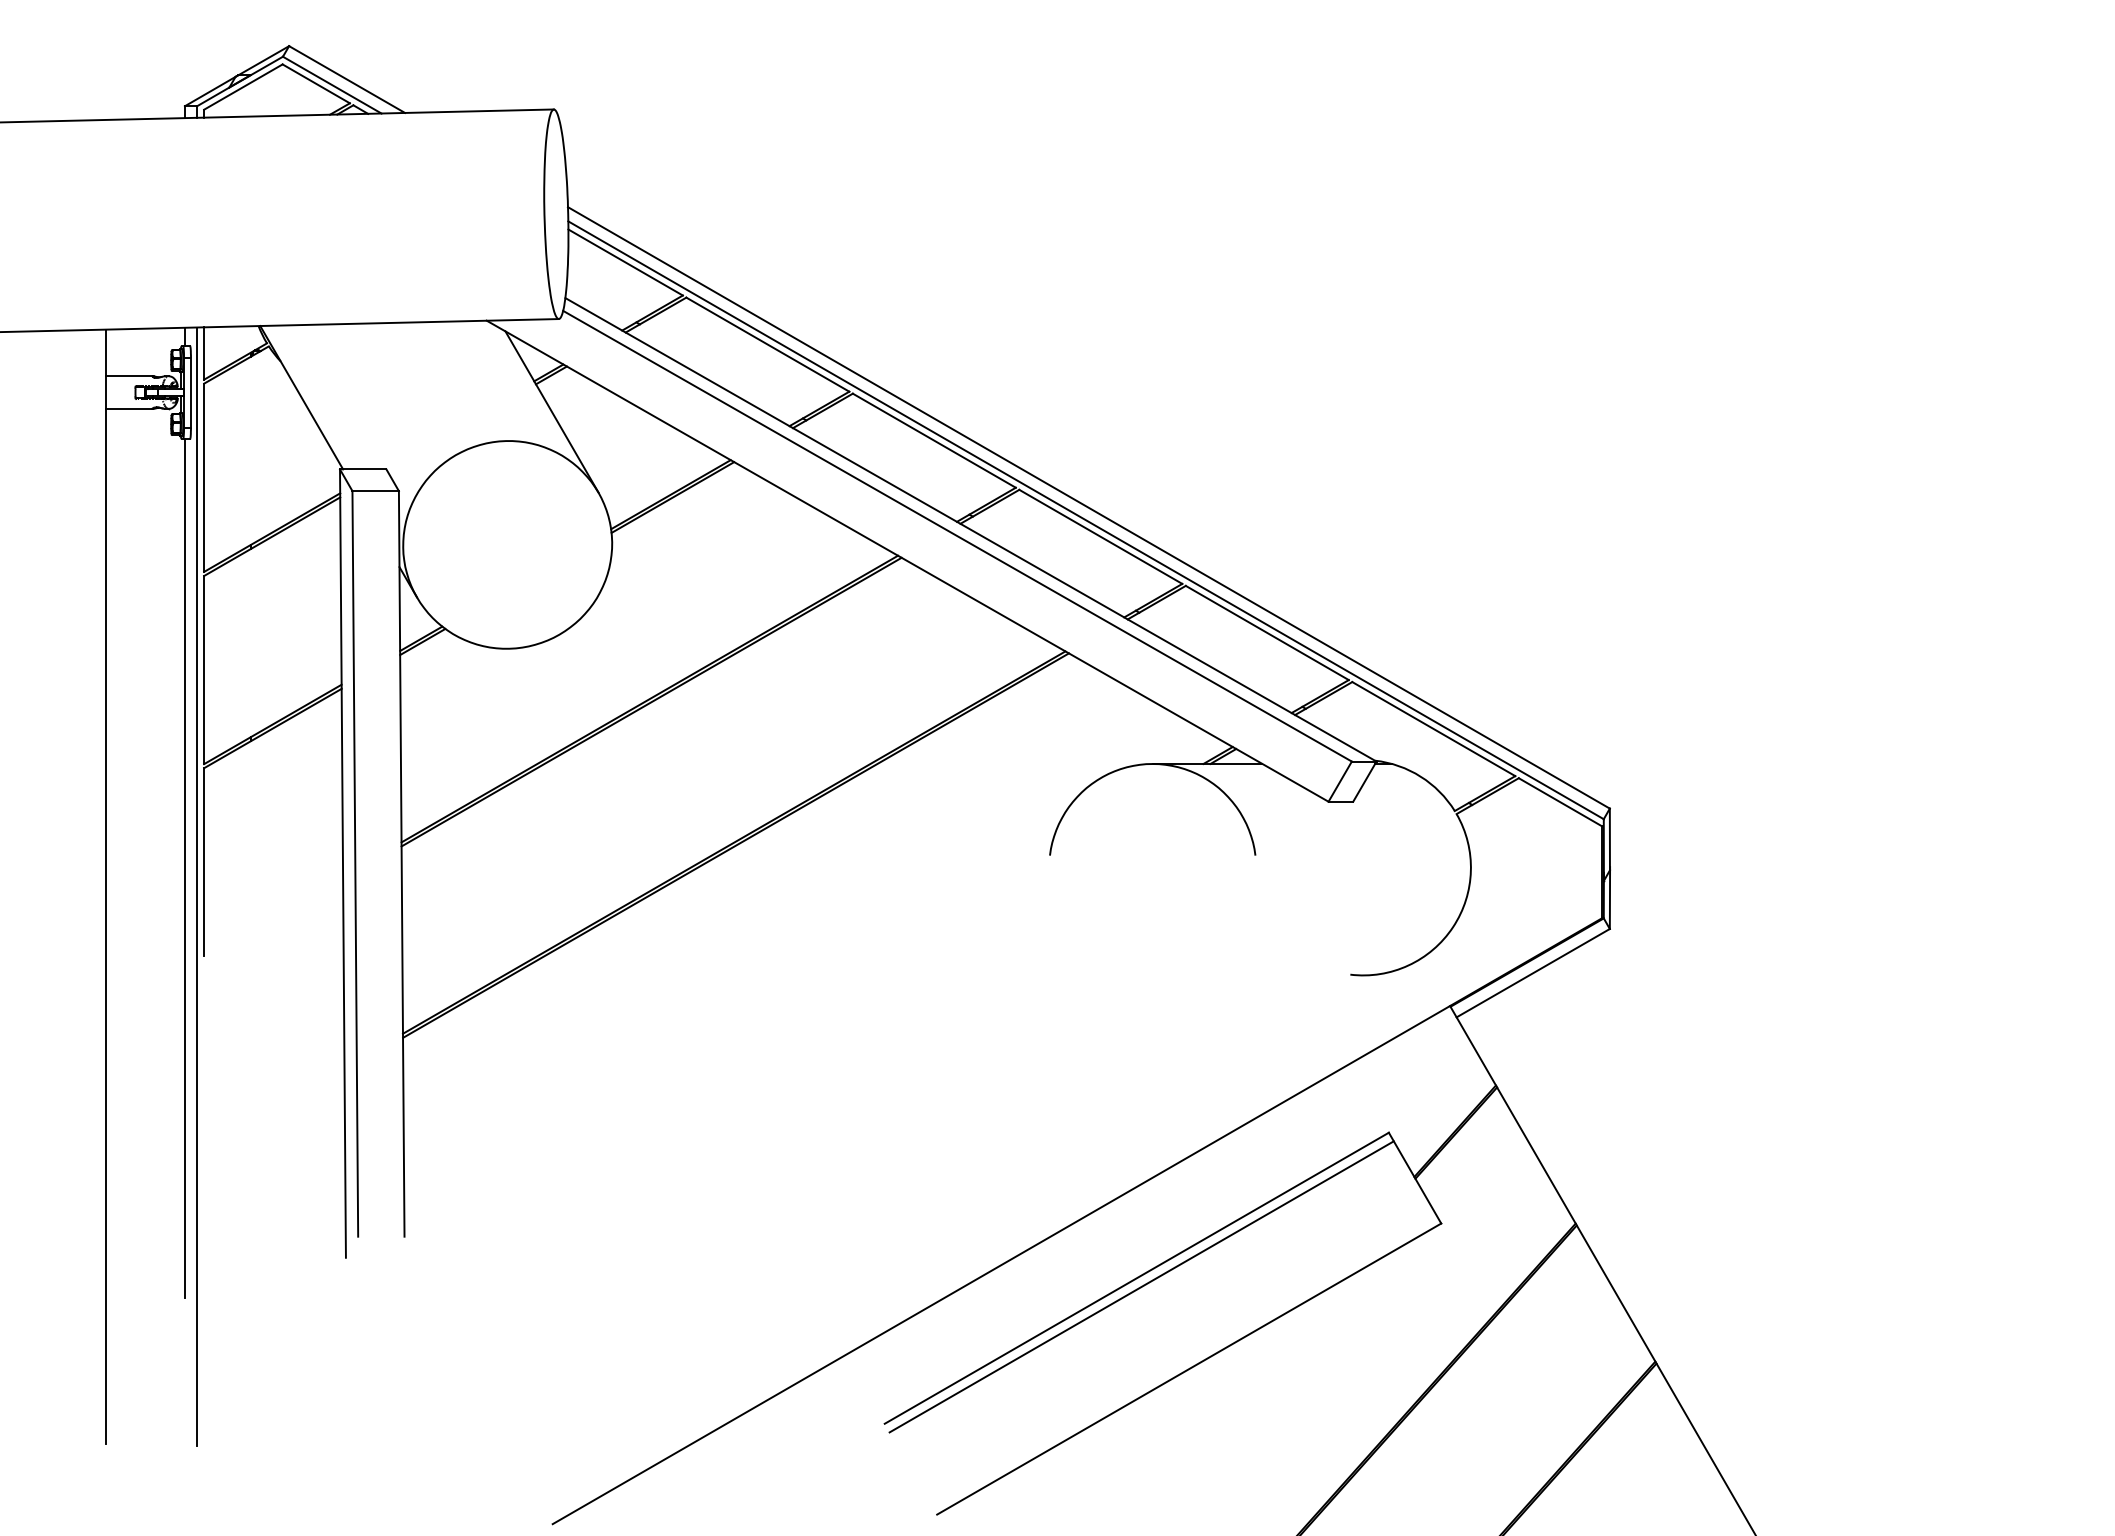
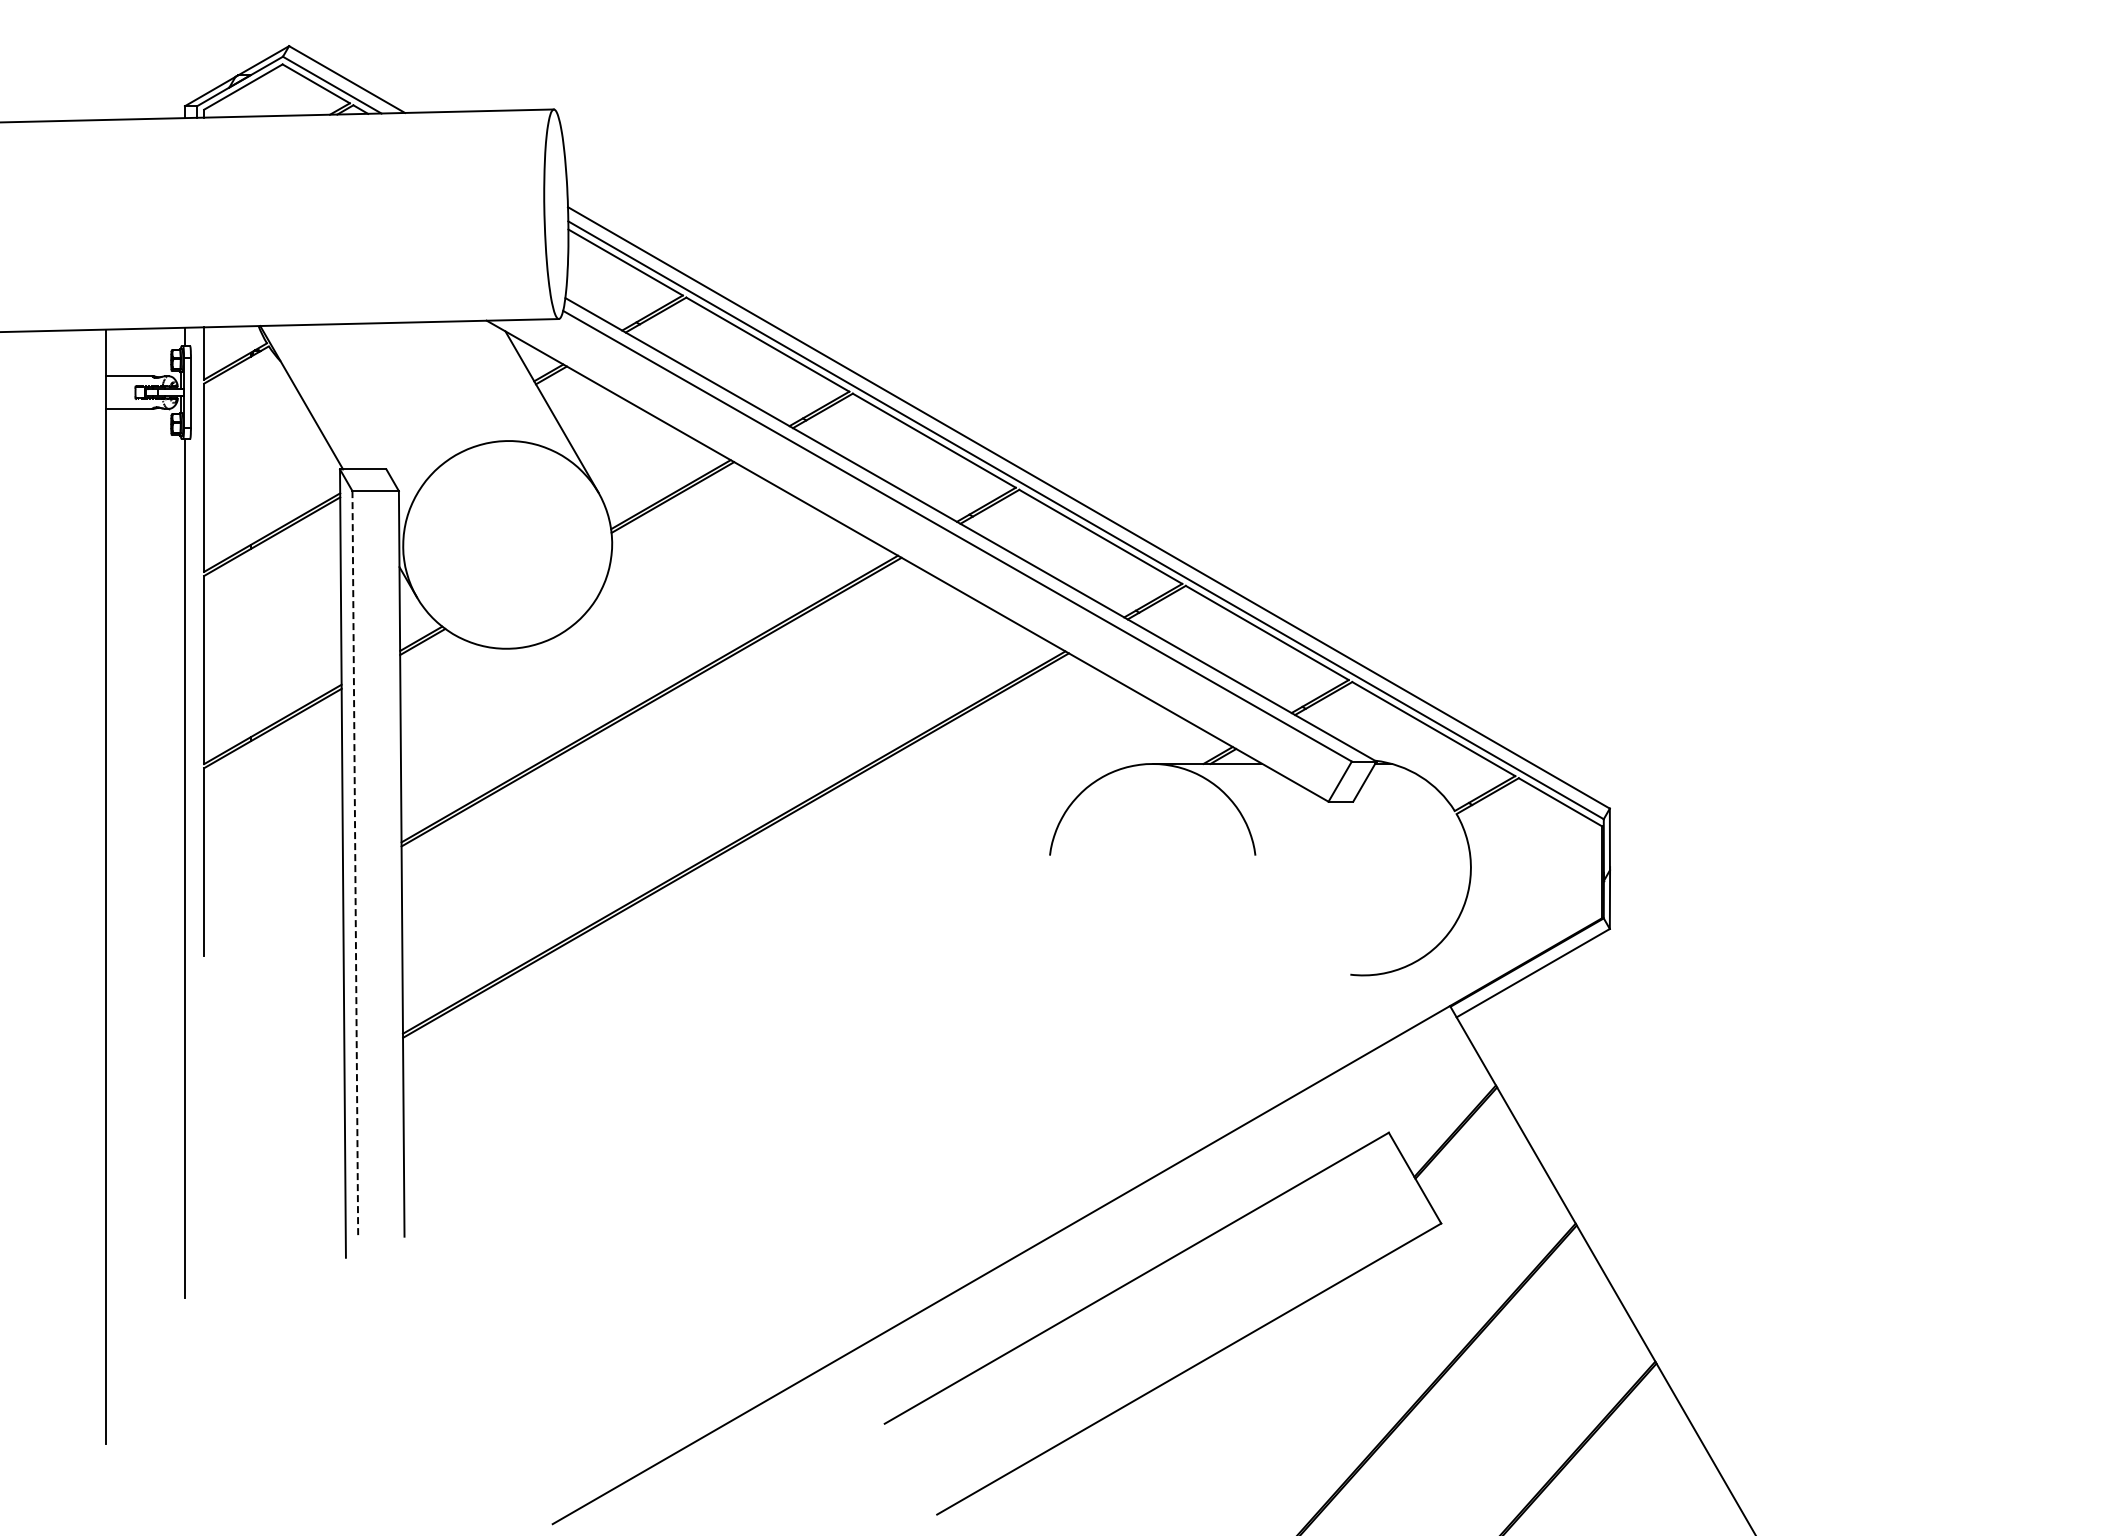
line at (355, 863): solid -> dashed
line at (197, 886): present -> none
line at (1141, 1286): present -> none
